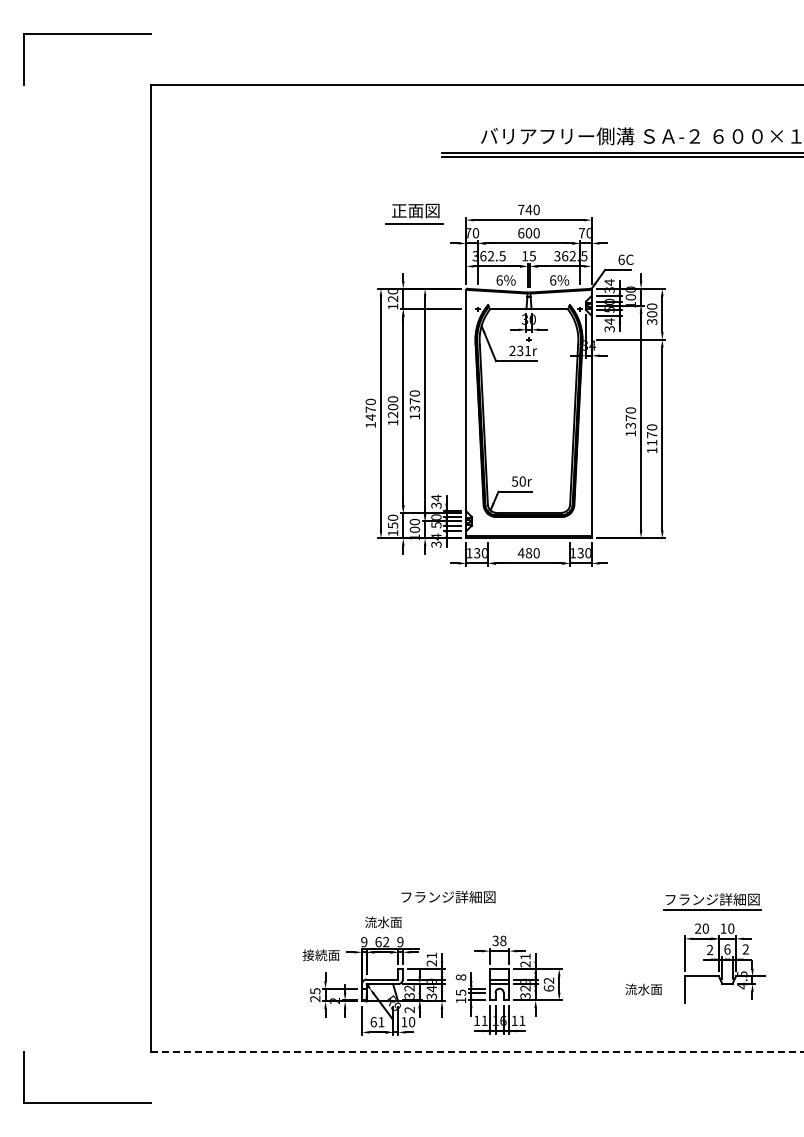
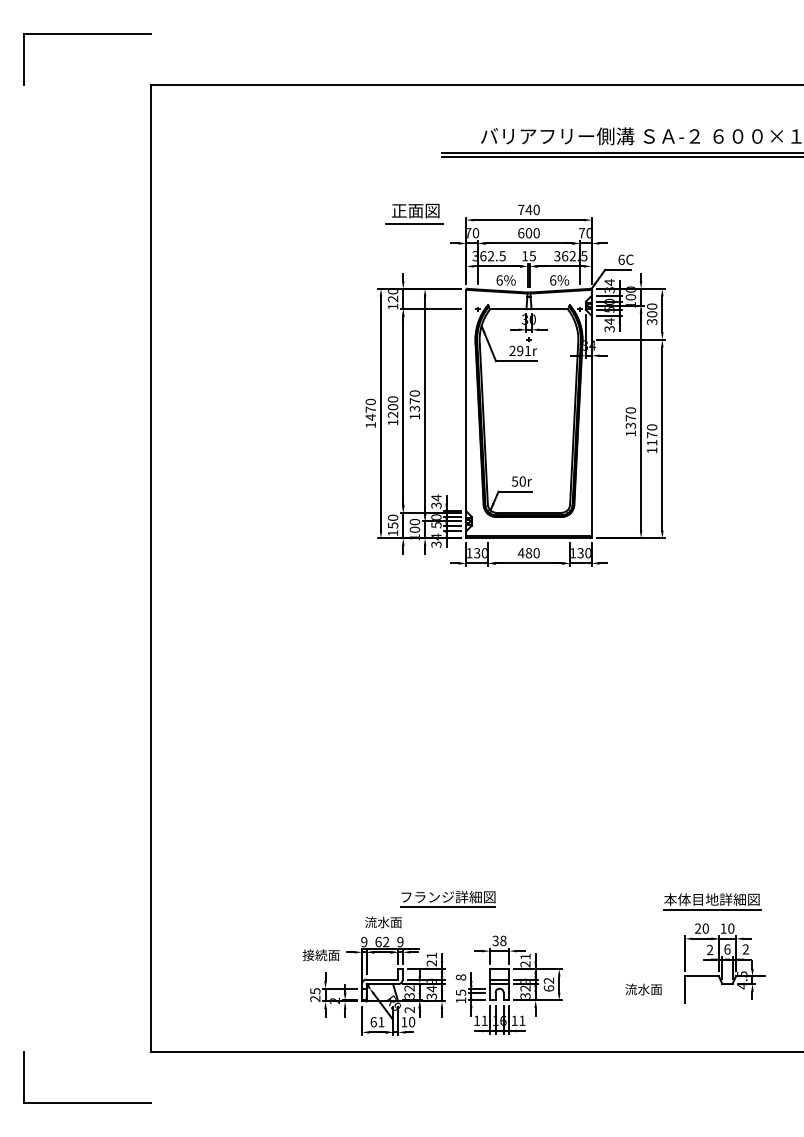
text at (520, 350): 231r -> 291r
text at (691, 899): フランジ詳細図 -> 本体目地詳細図
line at (447, 907): none -> present
line at (477, 1051): dashed -> solid
